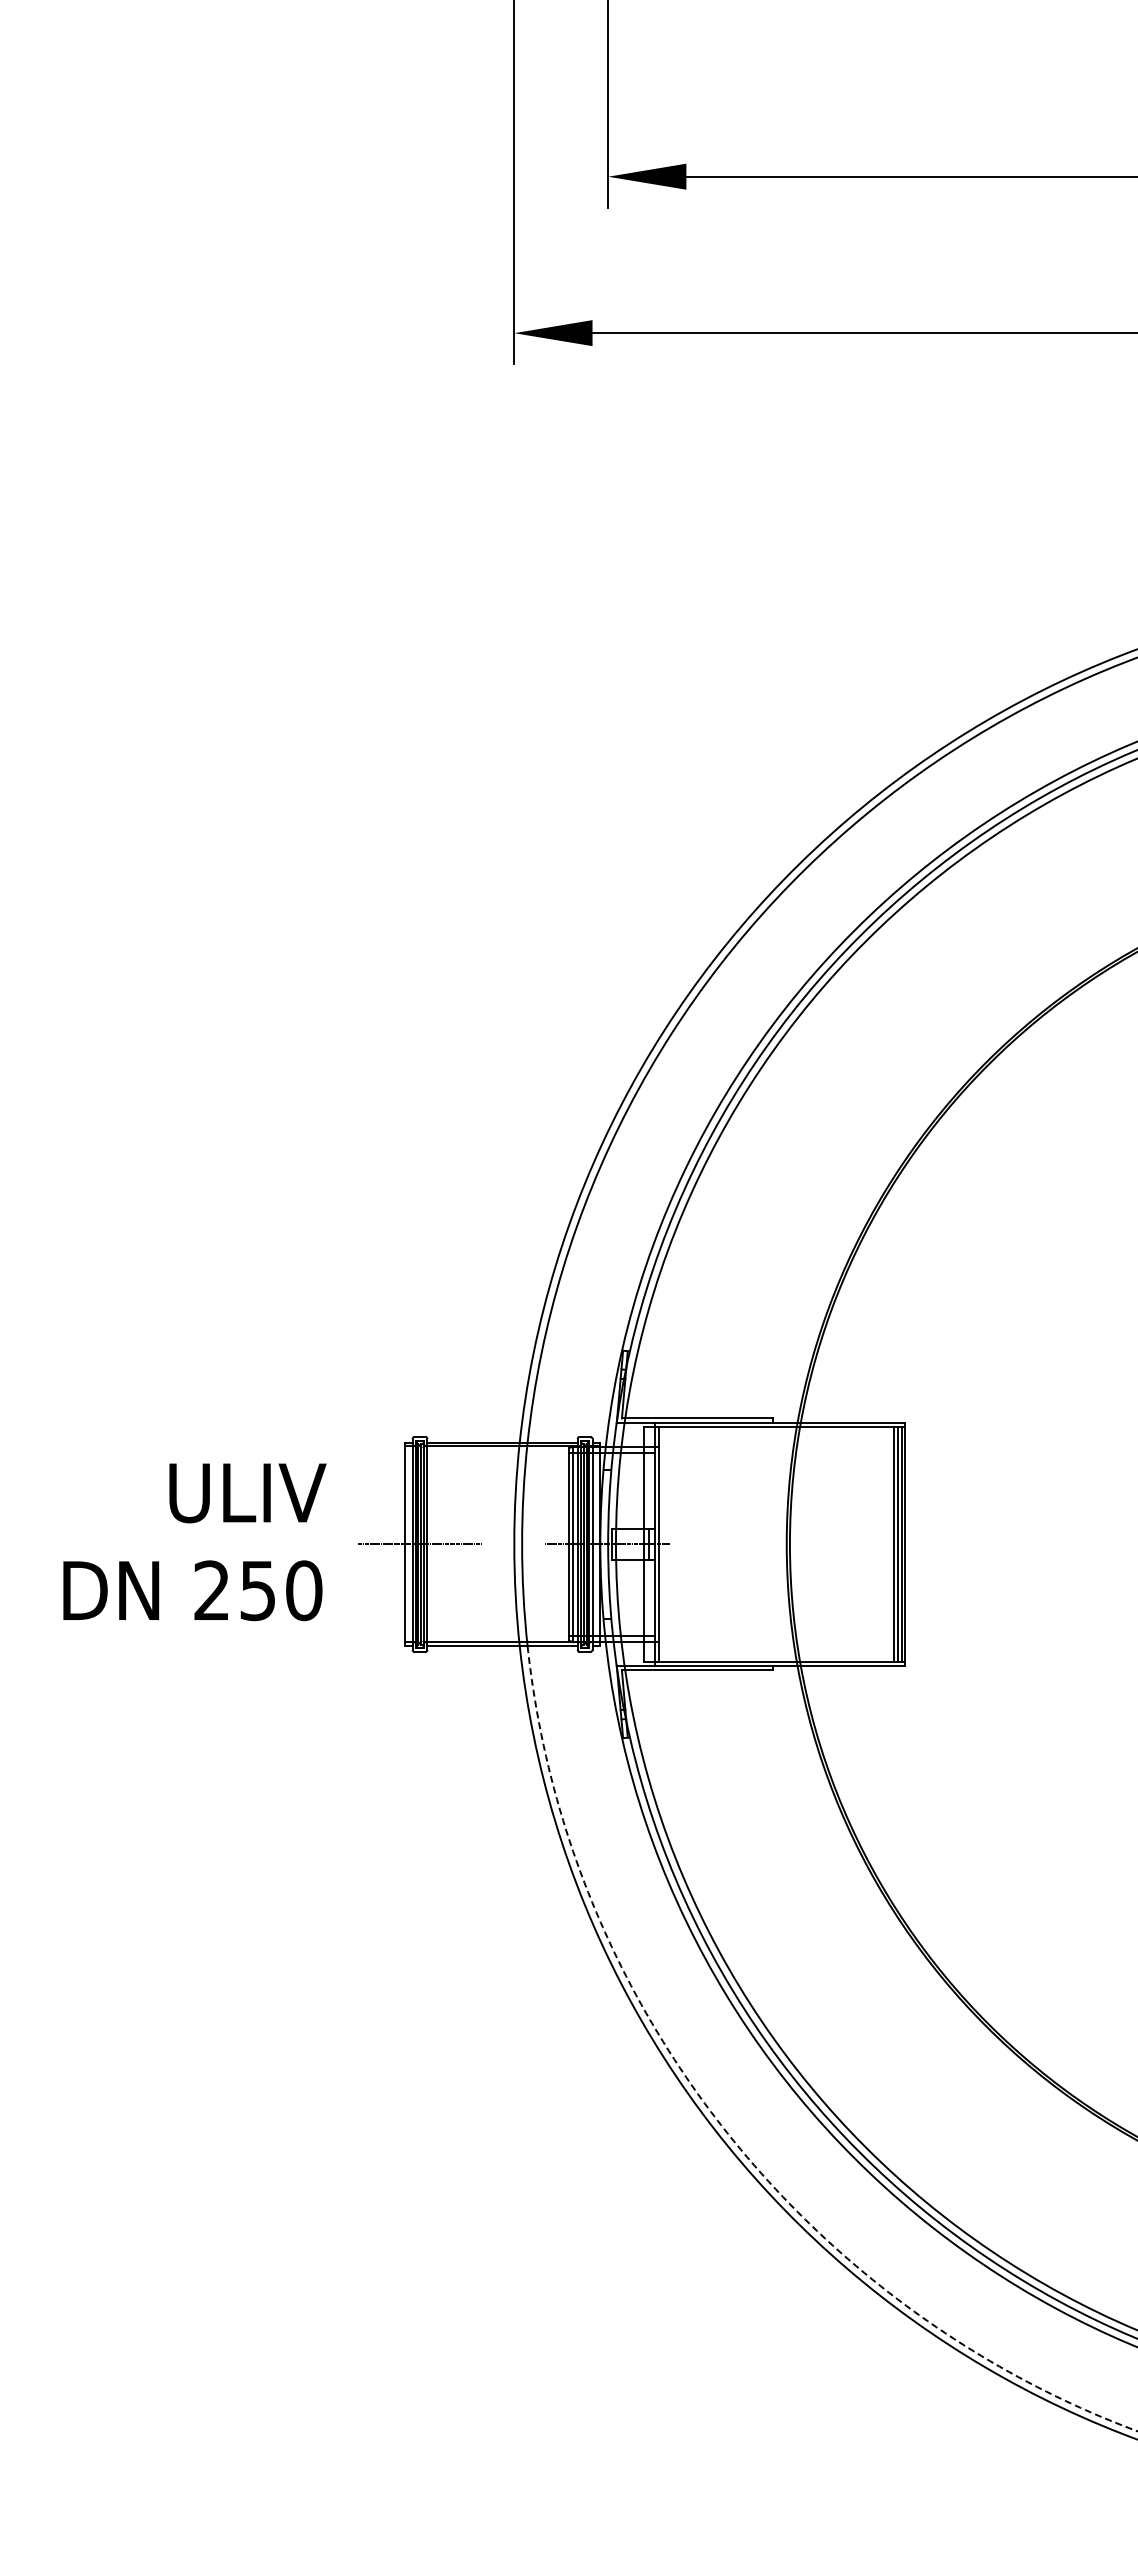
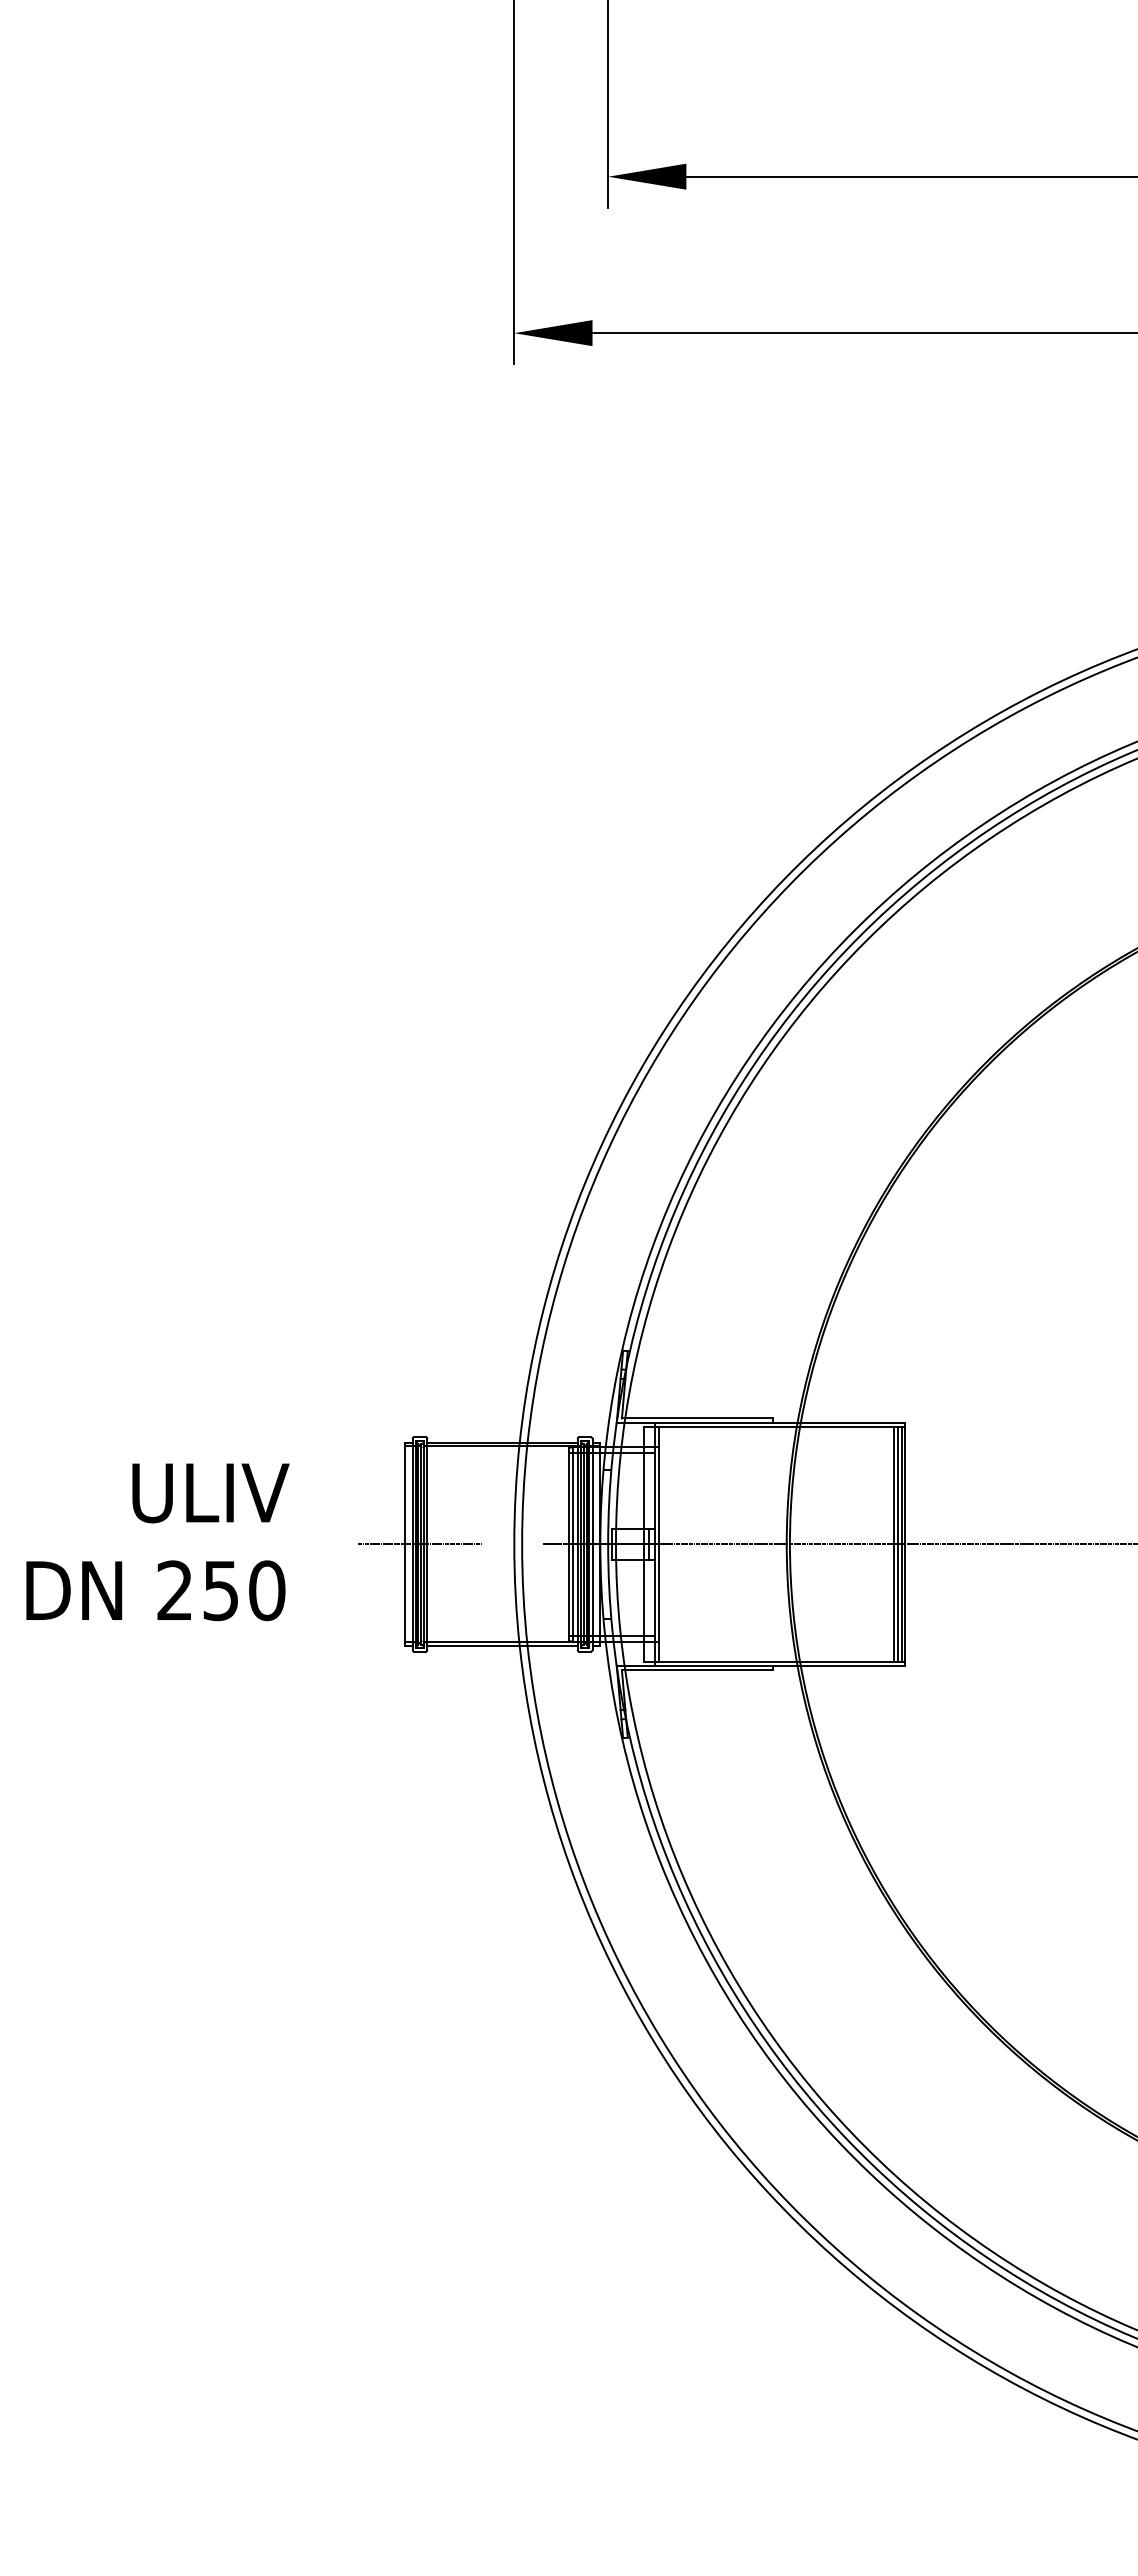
text at (194, 1542) position: (194, 1542) -> (157, 1542)
line at (837, 1544): none -> present
arc at (723, 2127): dashed -> solid
